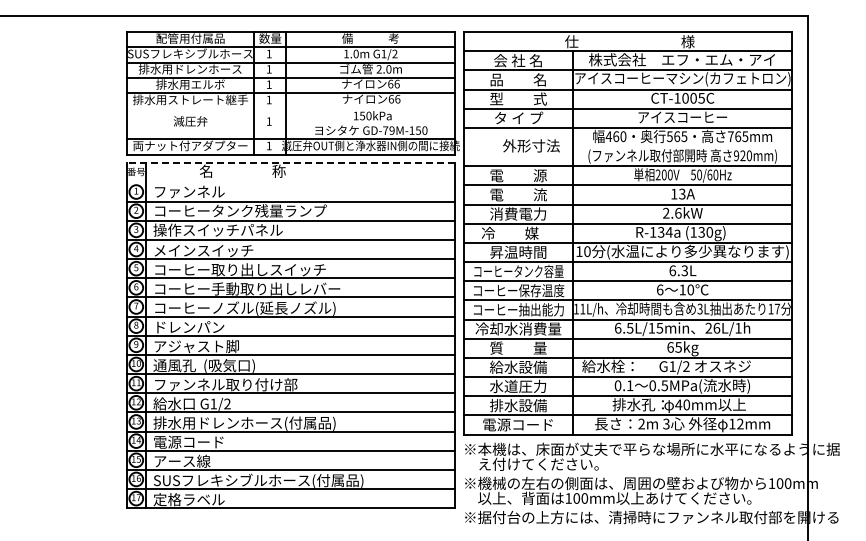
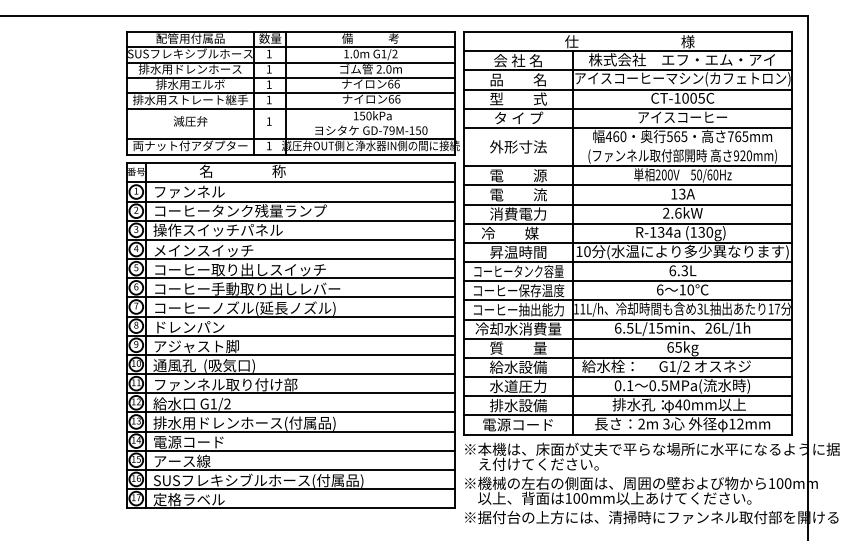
line at (290, 108): none -> present
text at (531, 145) position: (531, 145) -> (518, 146)
line at (290, 163): dashed -> solid
line at (290, 182): none -> present
